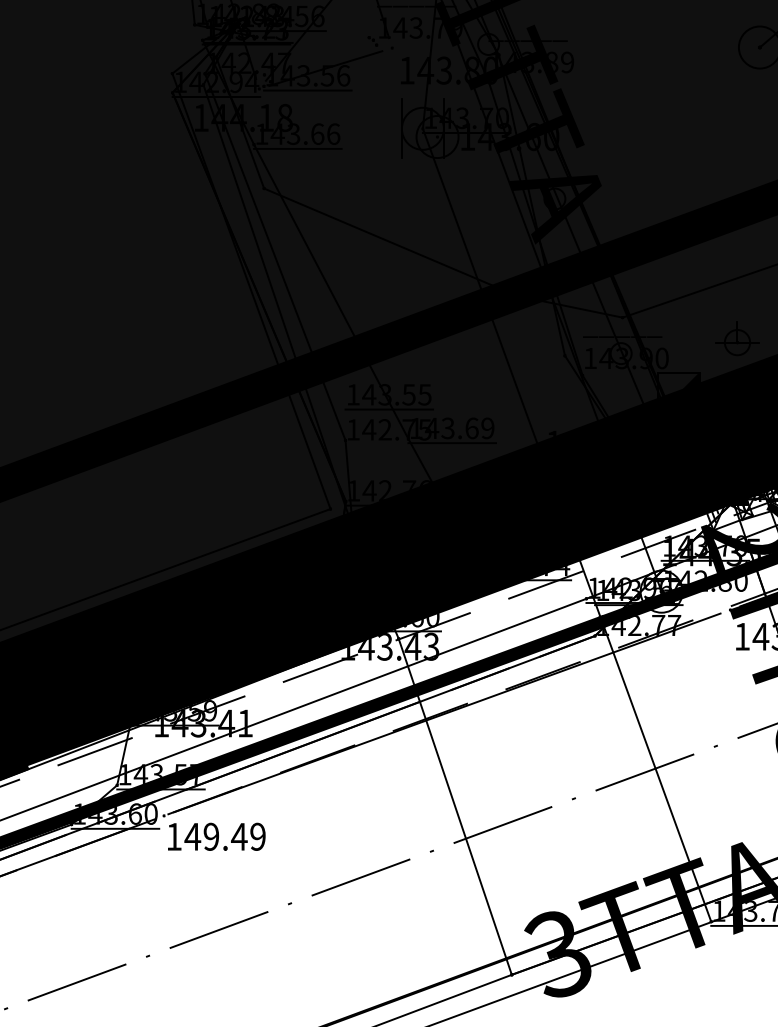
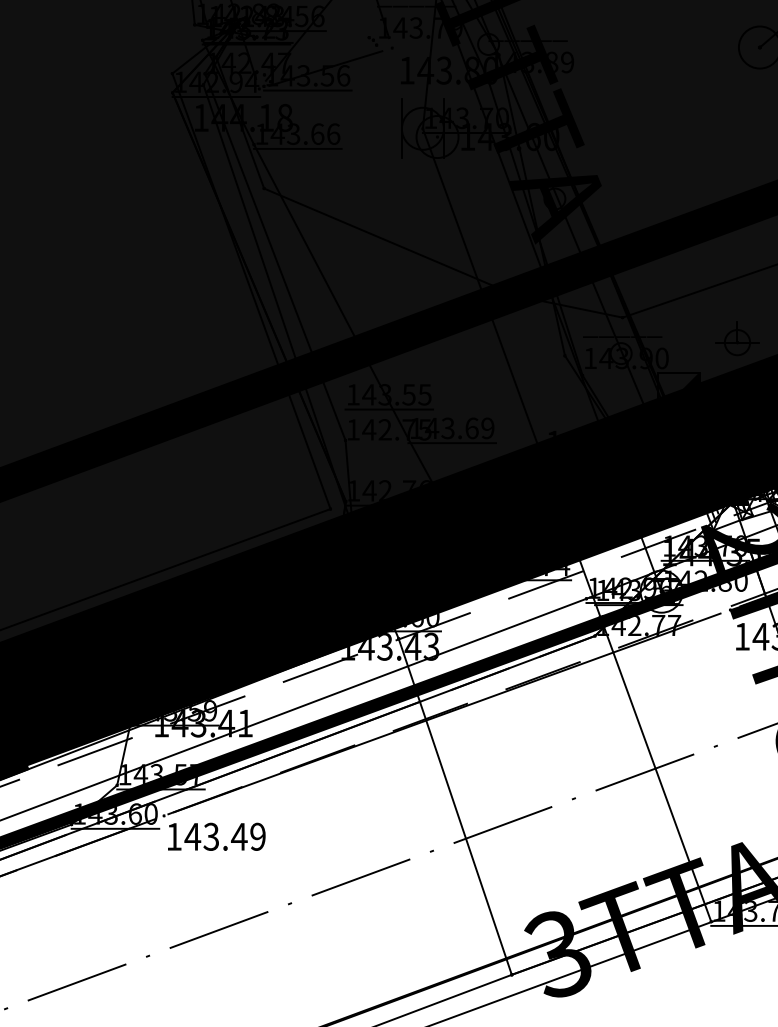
text at (210, 836): 149.49 -> 143.49
